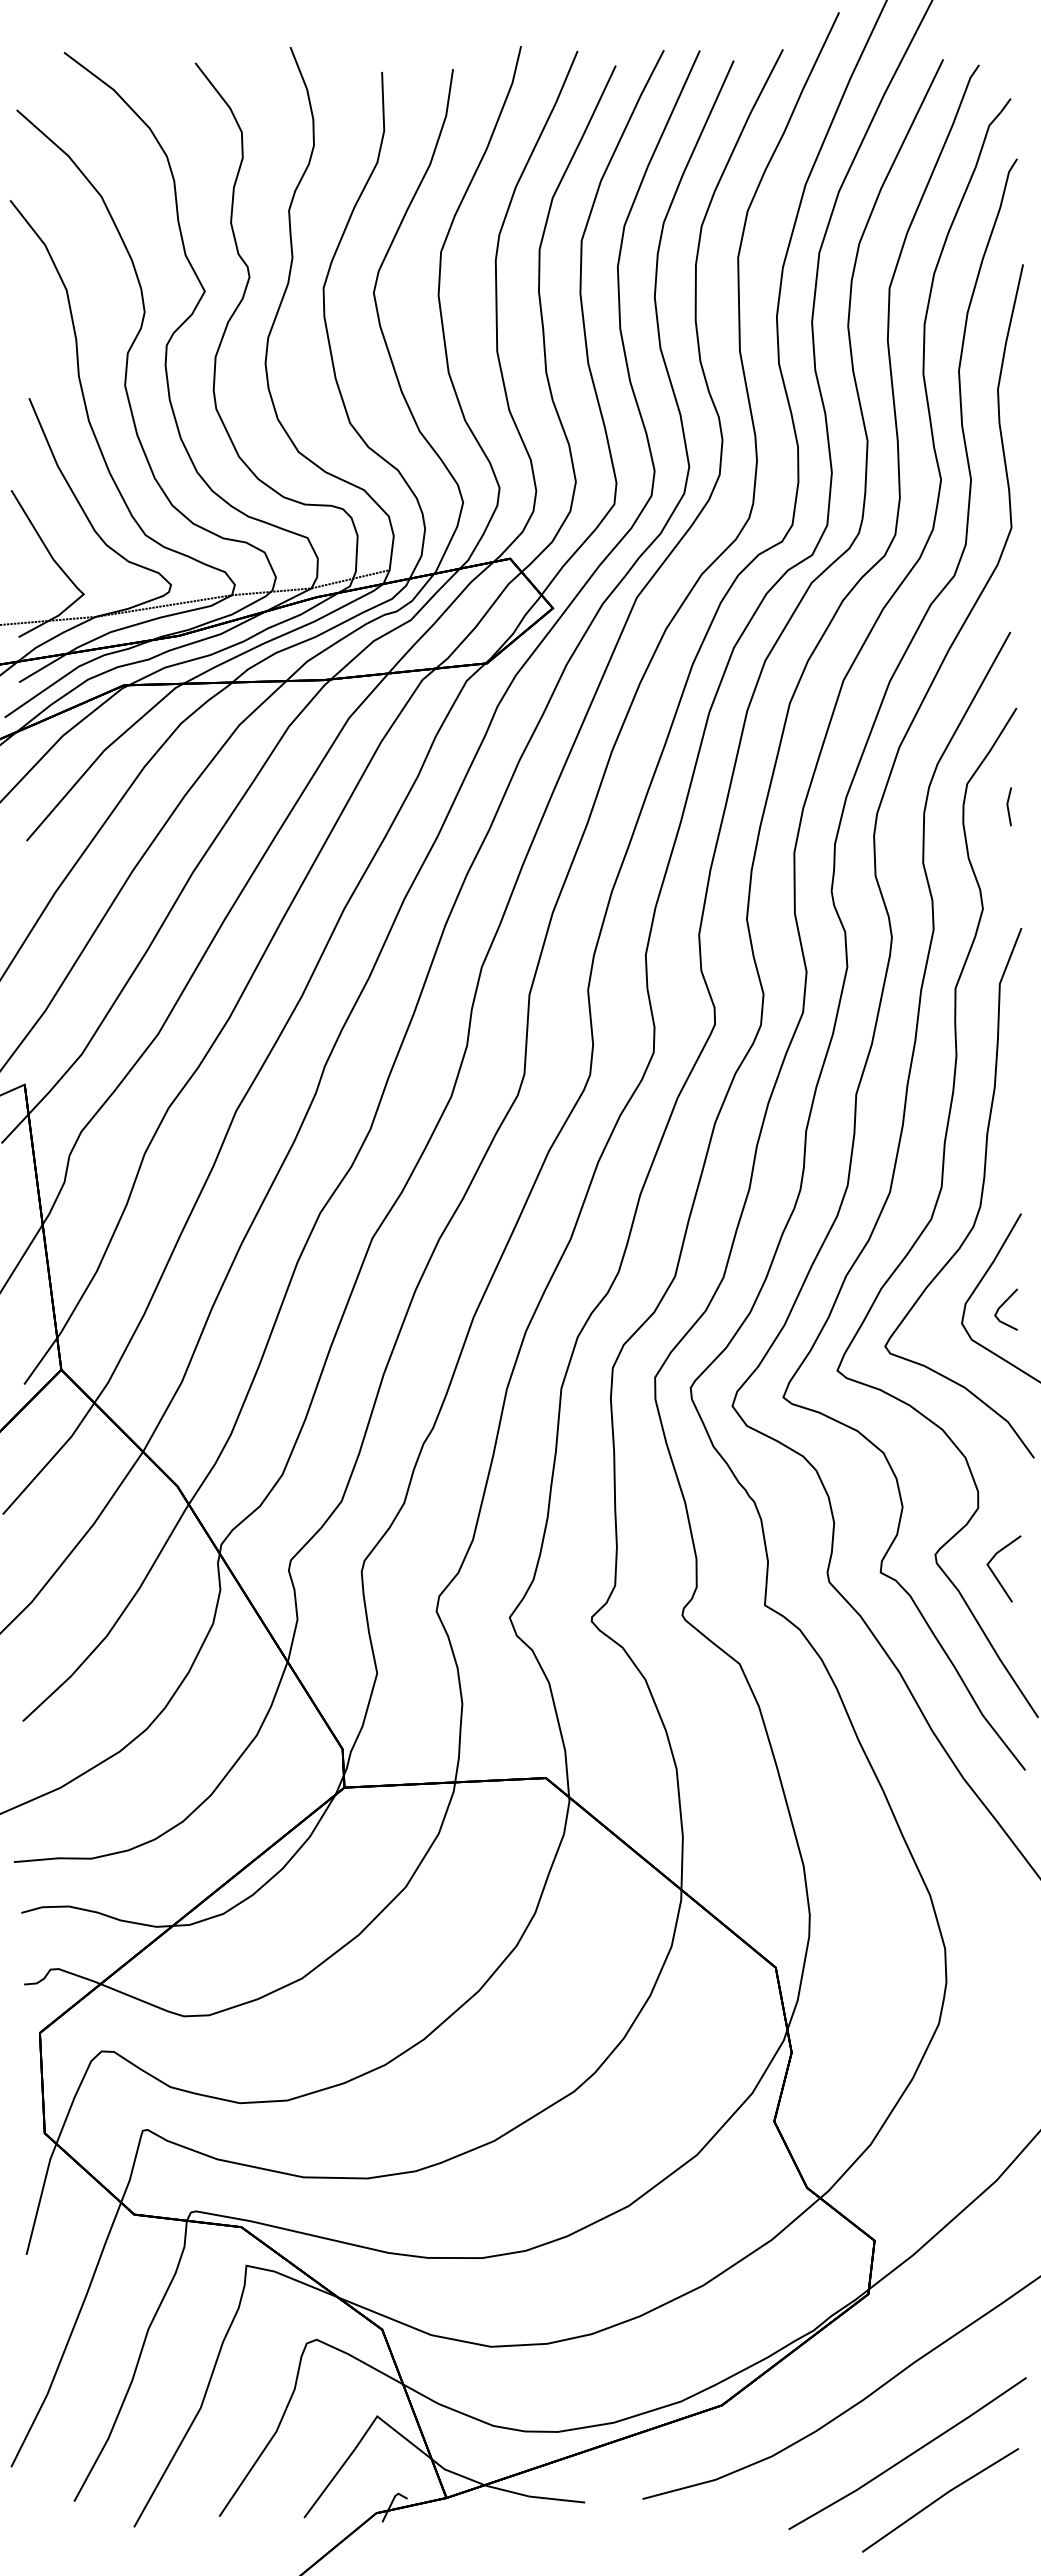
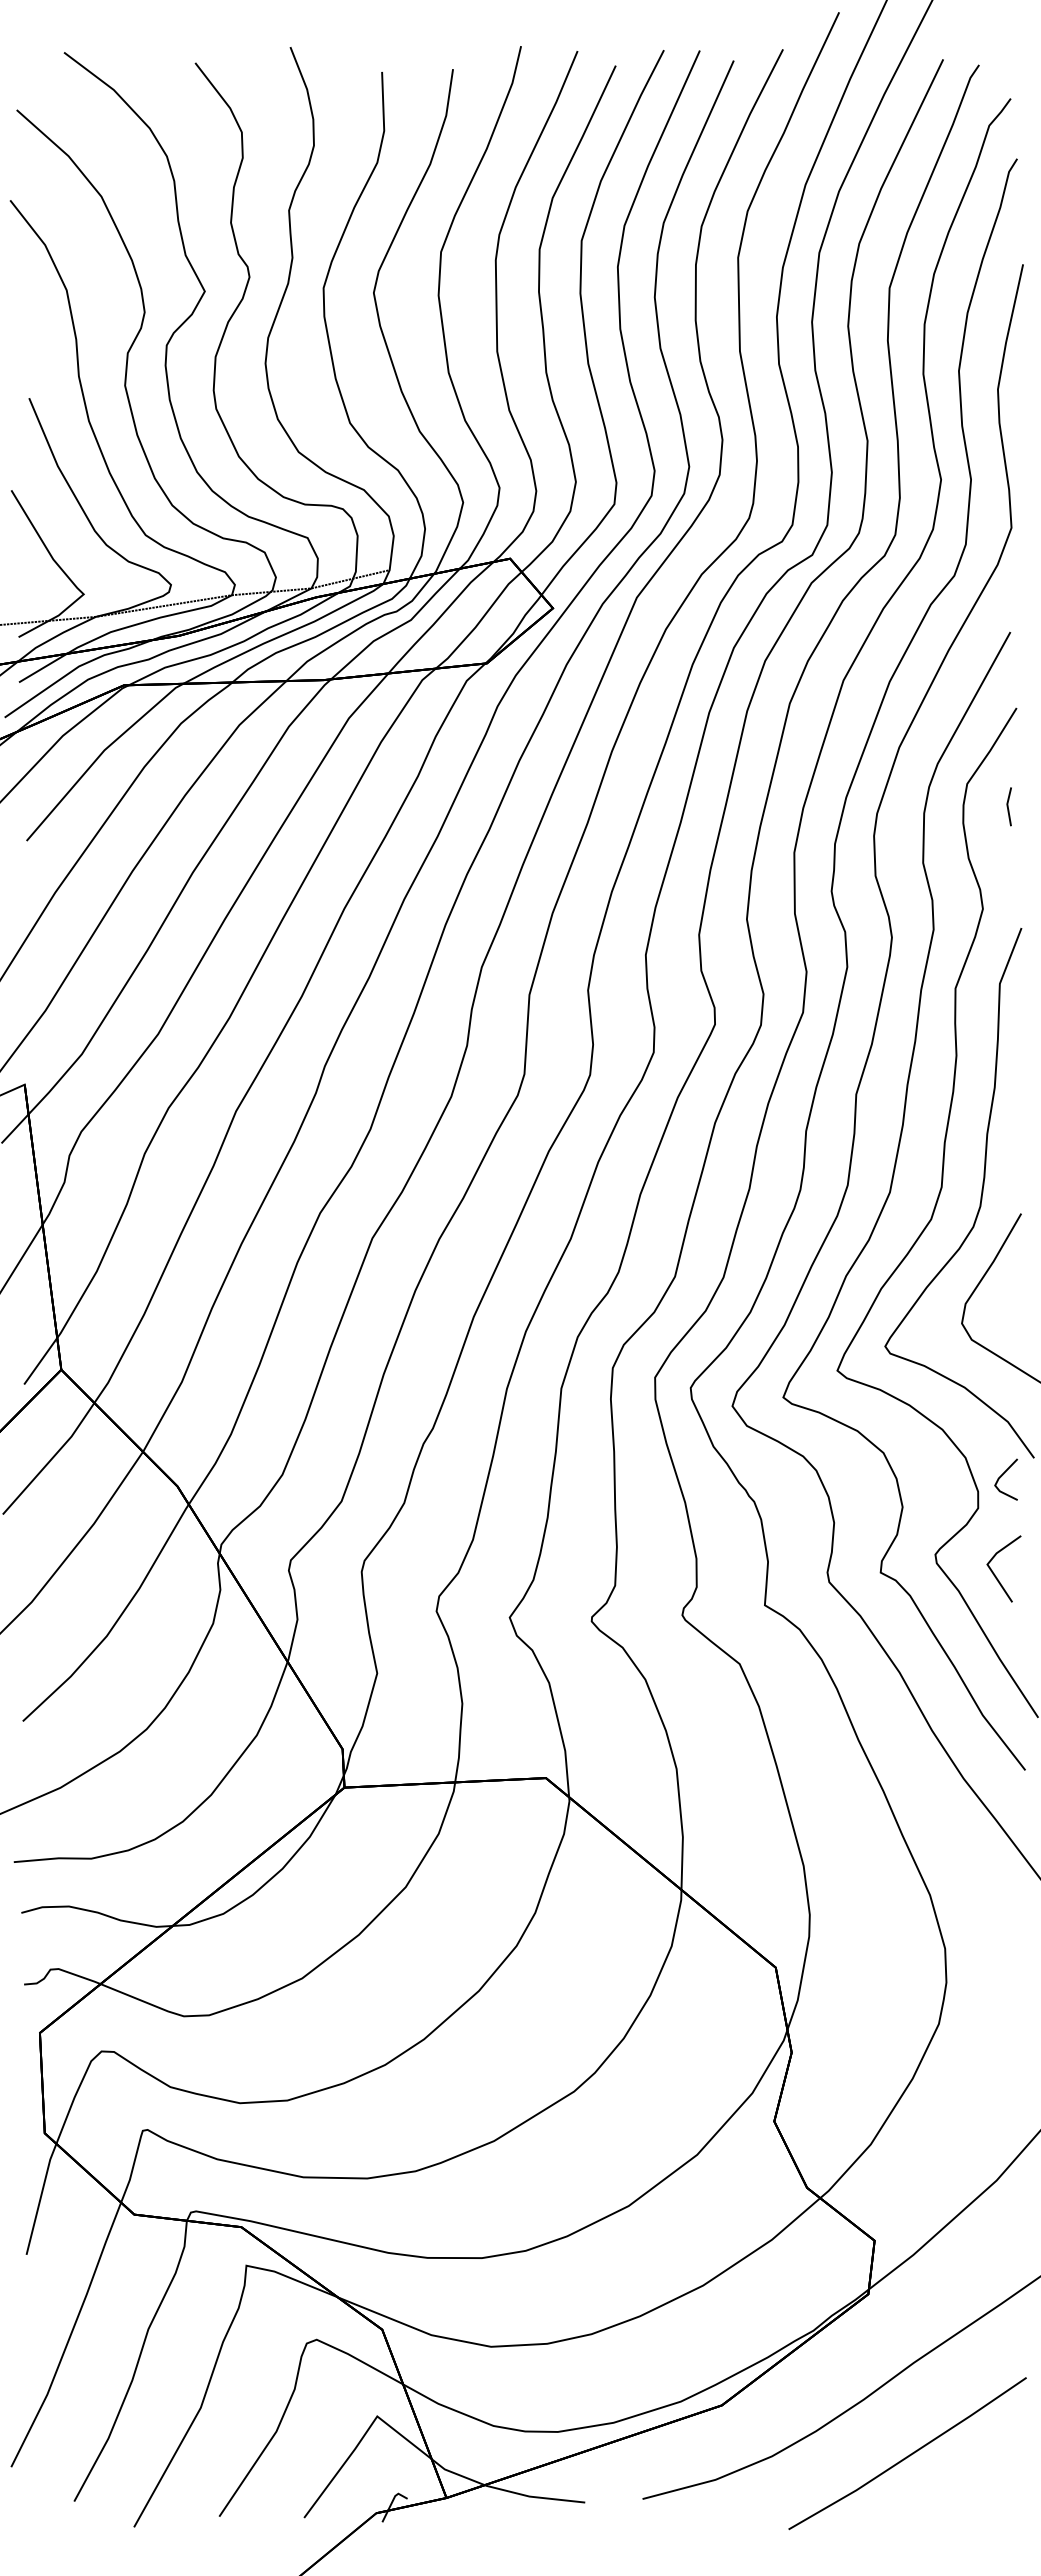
line at (1002, 1306) position: (1002, 1306) -> (1002, 1476)
line at (939, 2499): present -> none
